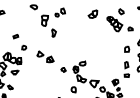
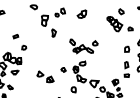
part at (92, 13) position: (92, 13) -> (81, 13)
part at (83, 46): none -> present
part at (45, 56) position: (45, 56) -> (45, 76)
